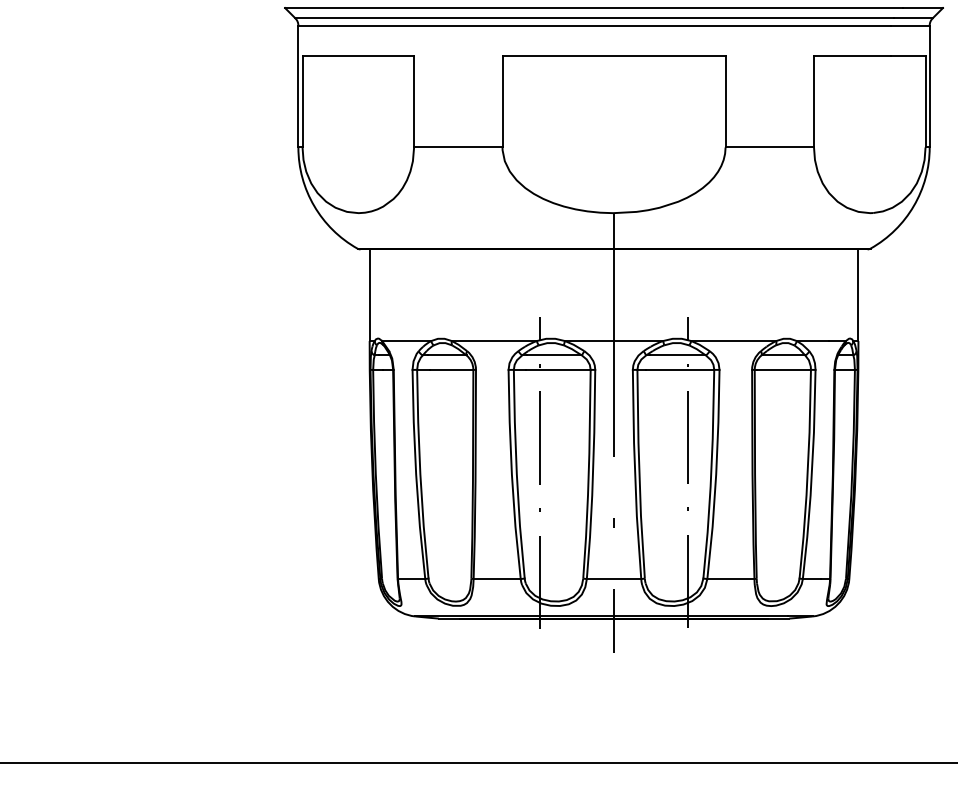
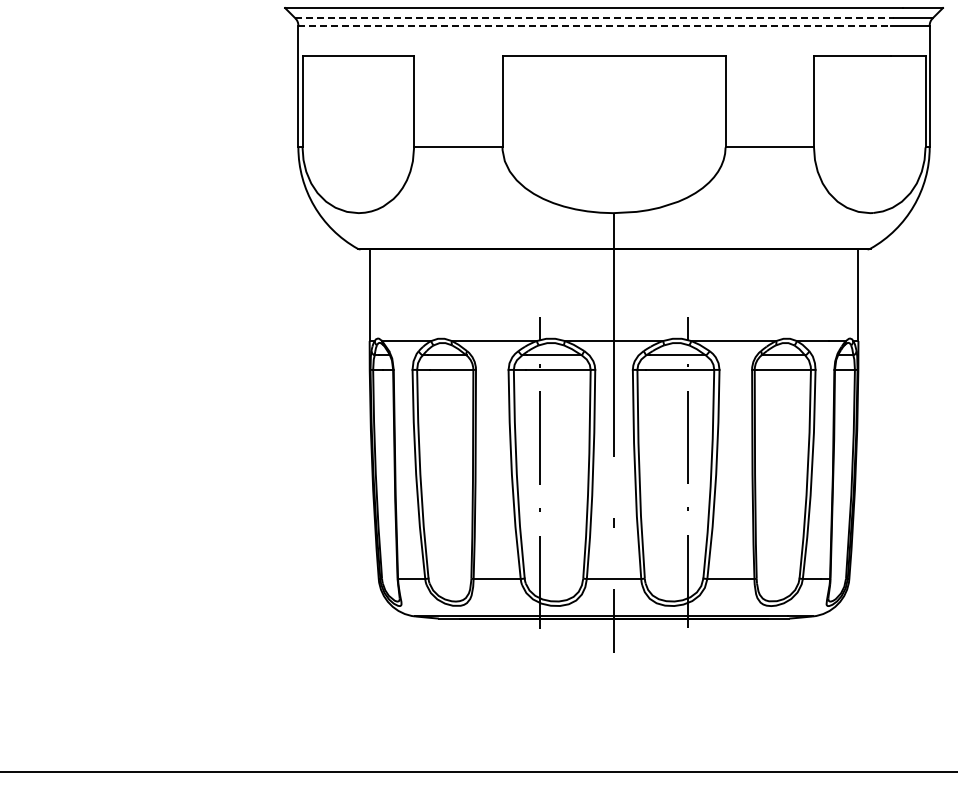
line at (595, 18): solid -> dashed
line at (595, 25): solid -> dashed
line at (478, 763) position: (478, 763) -> (478, 772)
